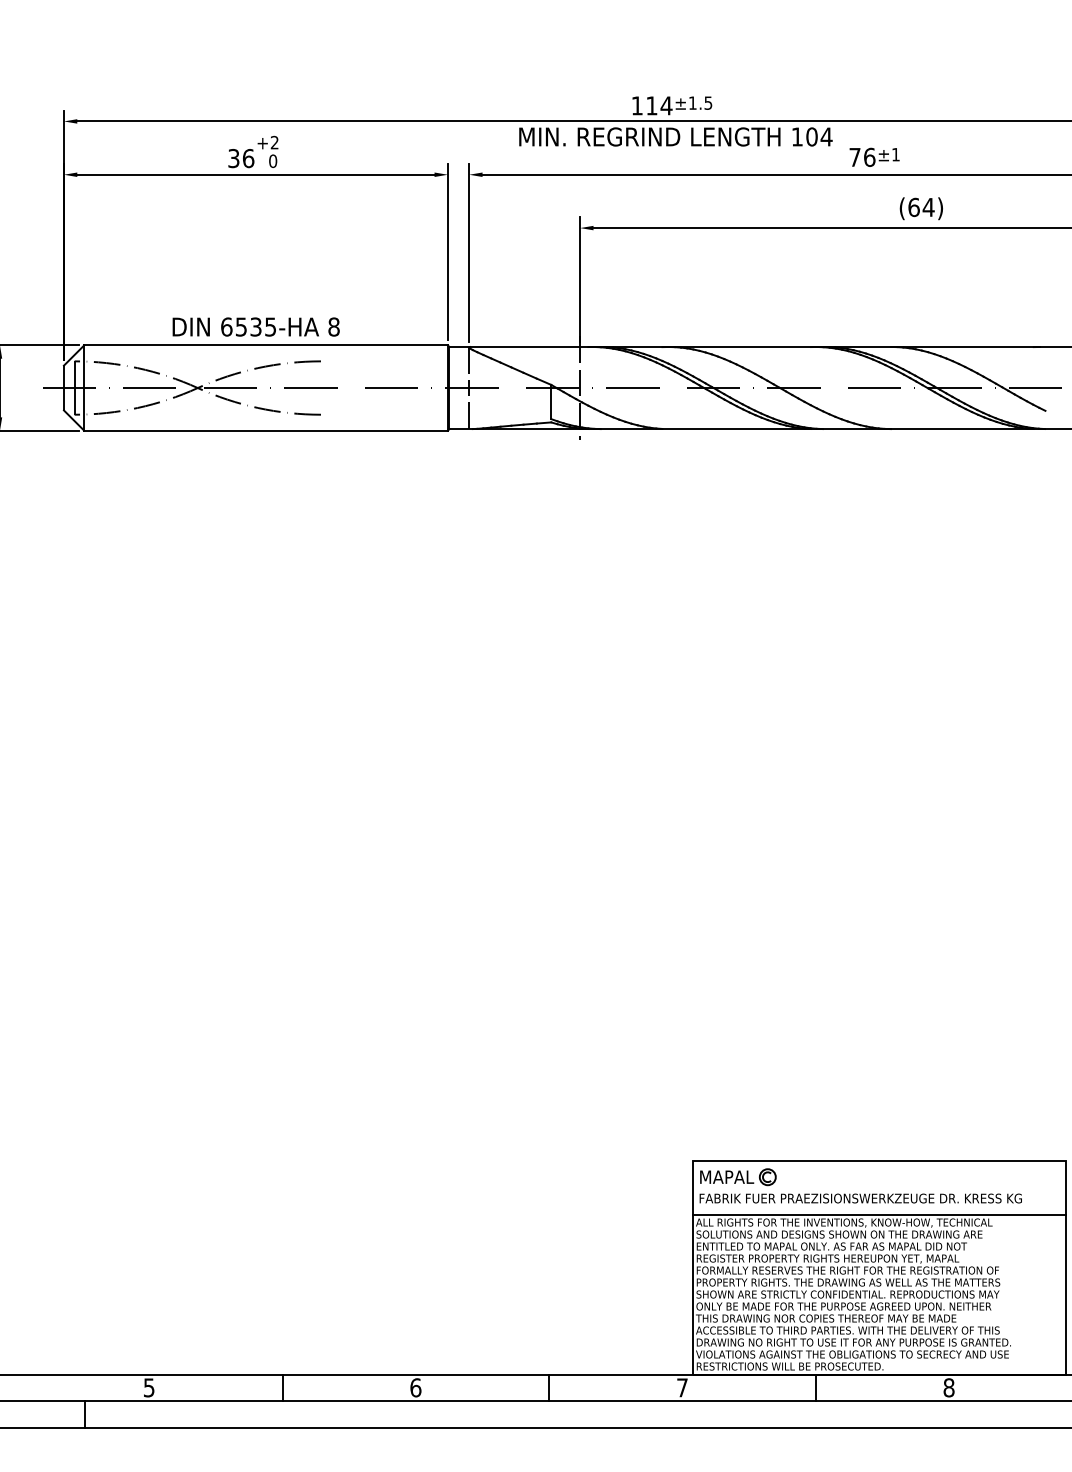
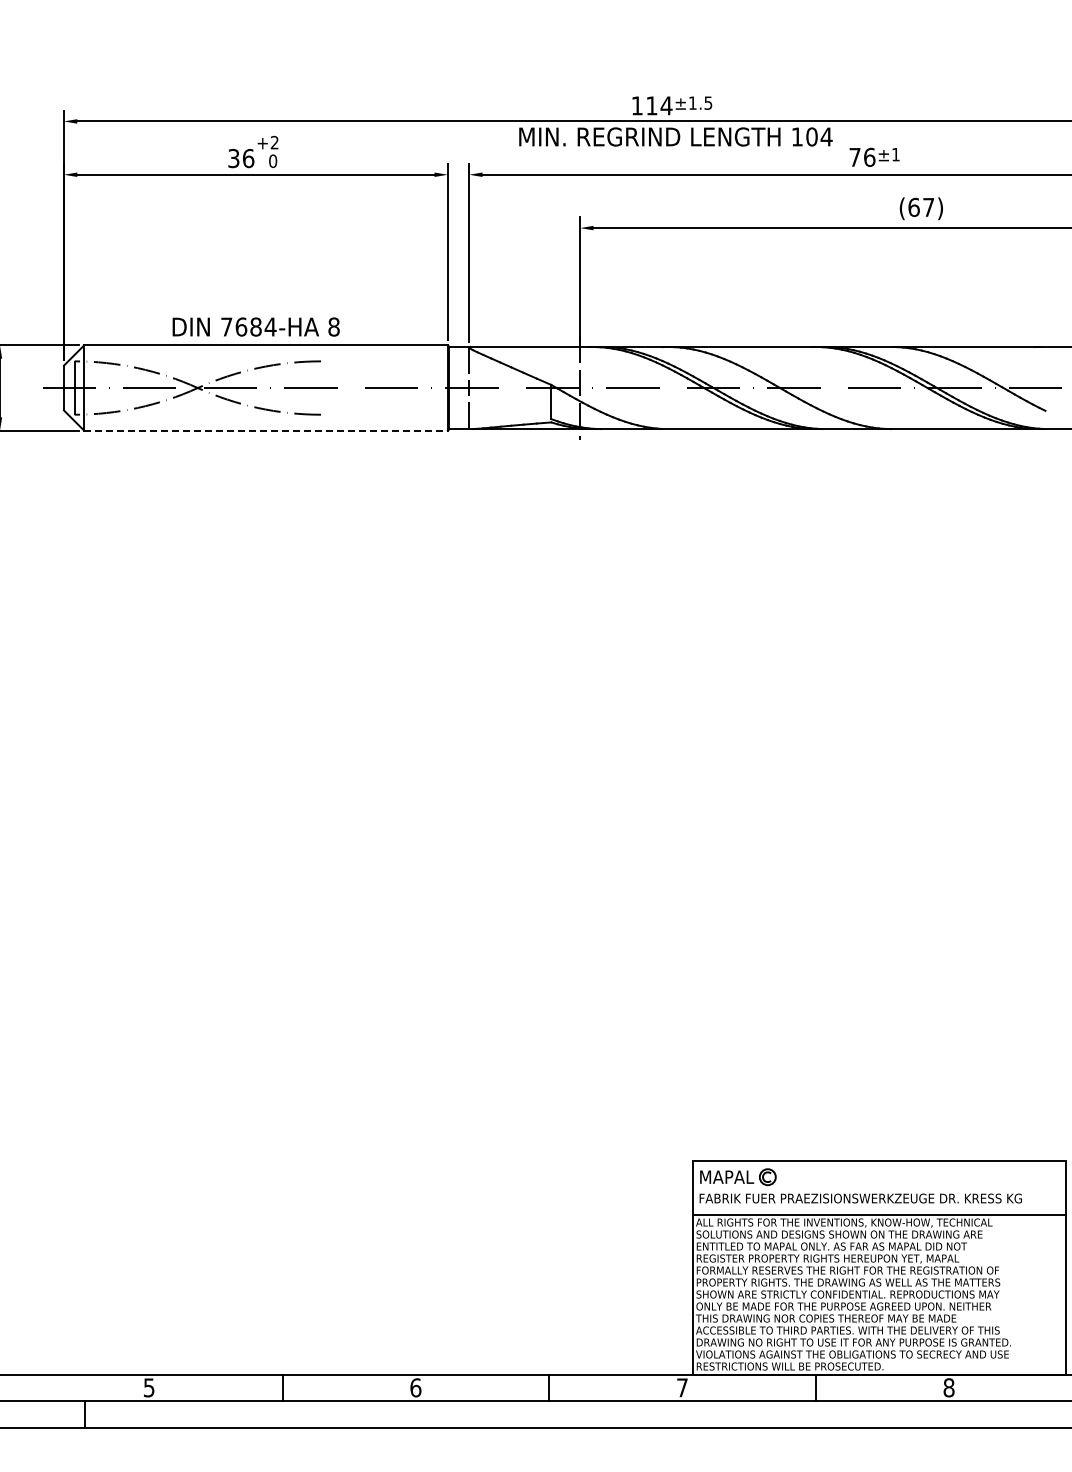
text at (928, 207): (64) -> (67)
text at (248, 326): 6535-HA -> 7684-HA
line at (266, 430): solid -> dashed
